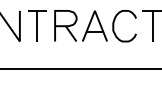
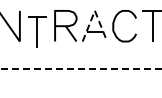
line at (94, 10): solid -> dashed
part at (37, 25) position: (37, 25) -> (37, 31)
line at (81, 69): solid -> dashed
